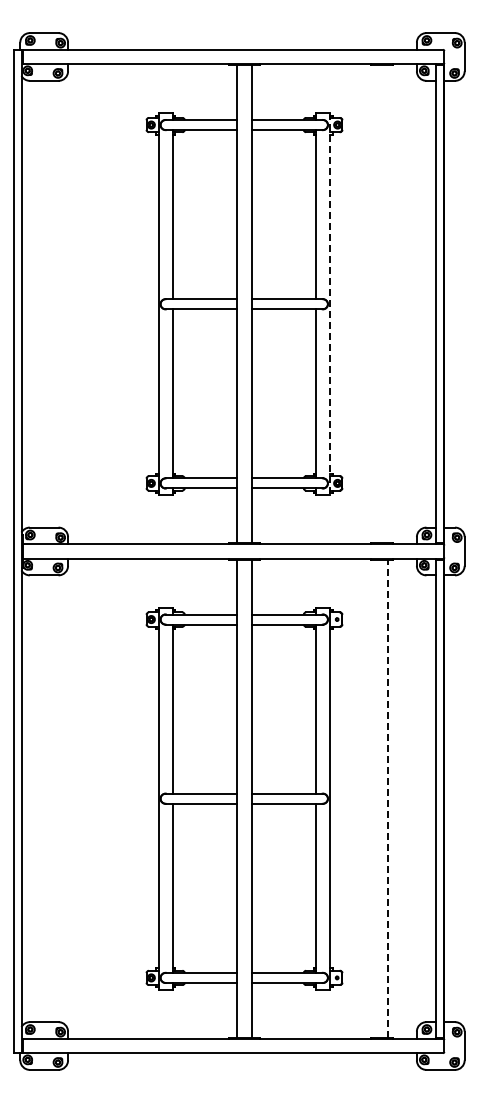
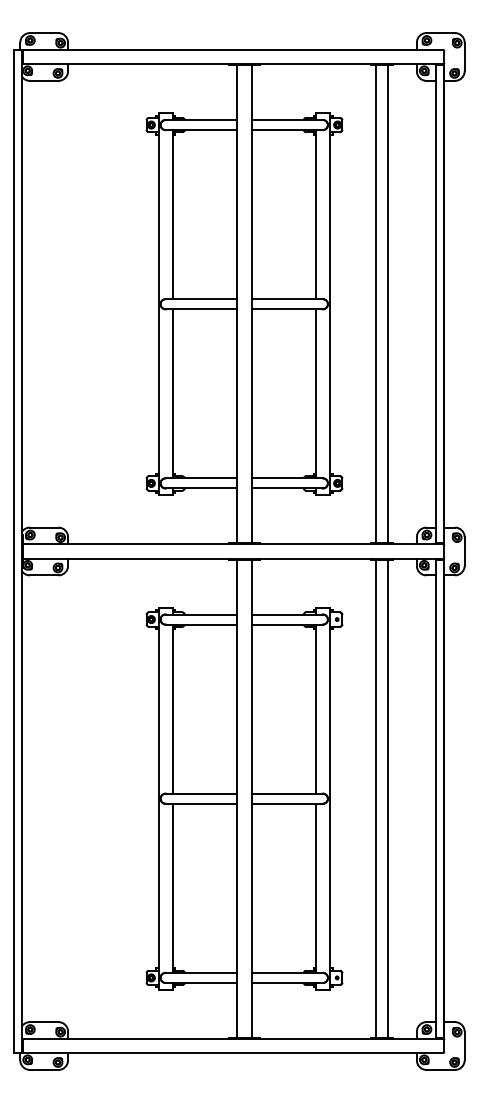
line at (330, 304): dashed -> solid
line at (375, 304): none -> present
line at (388, 304): none -> present
line at (375, 798): none -> present
line at (388, 798): dashed -> solid
